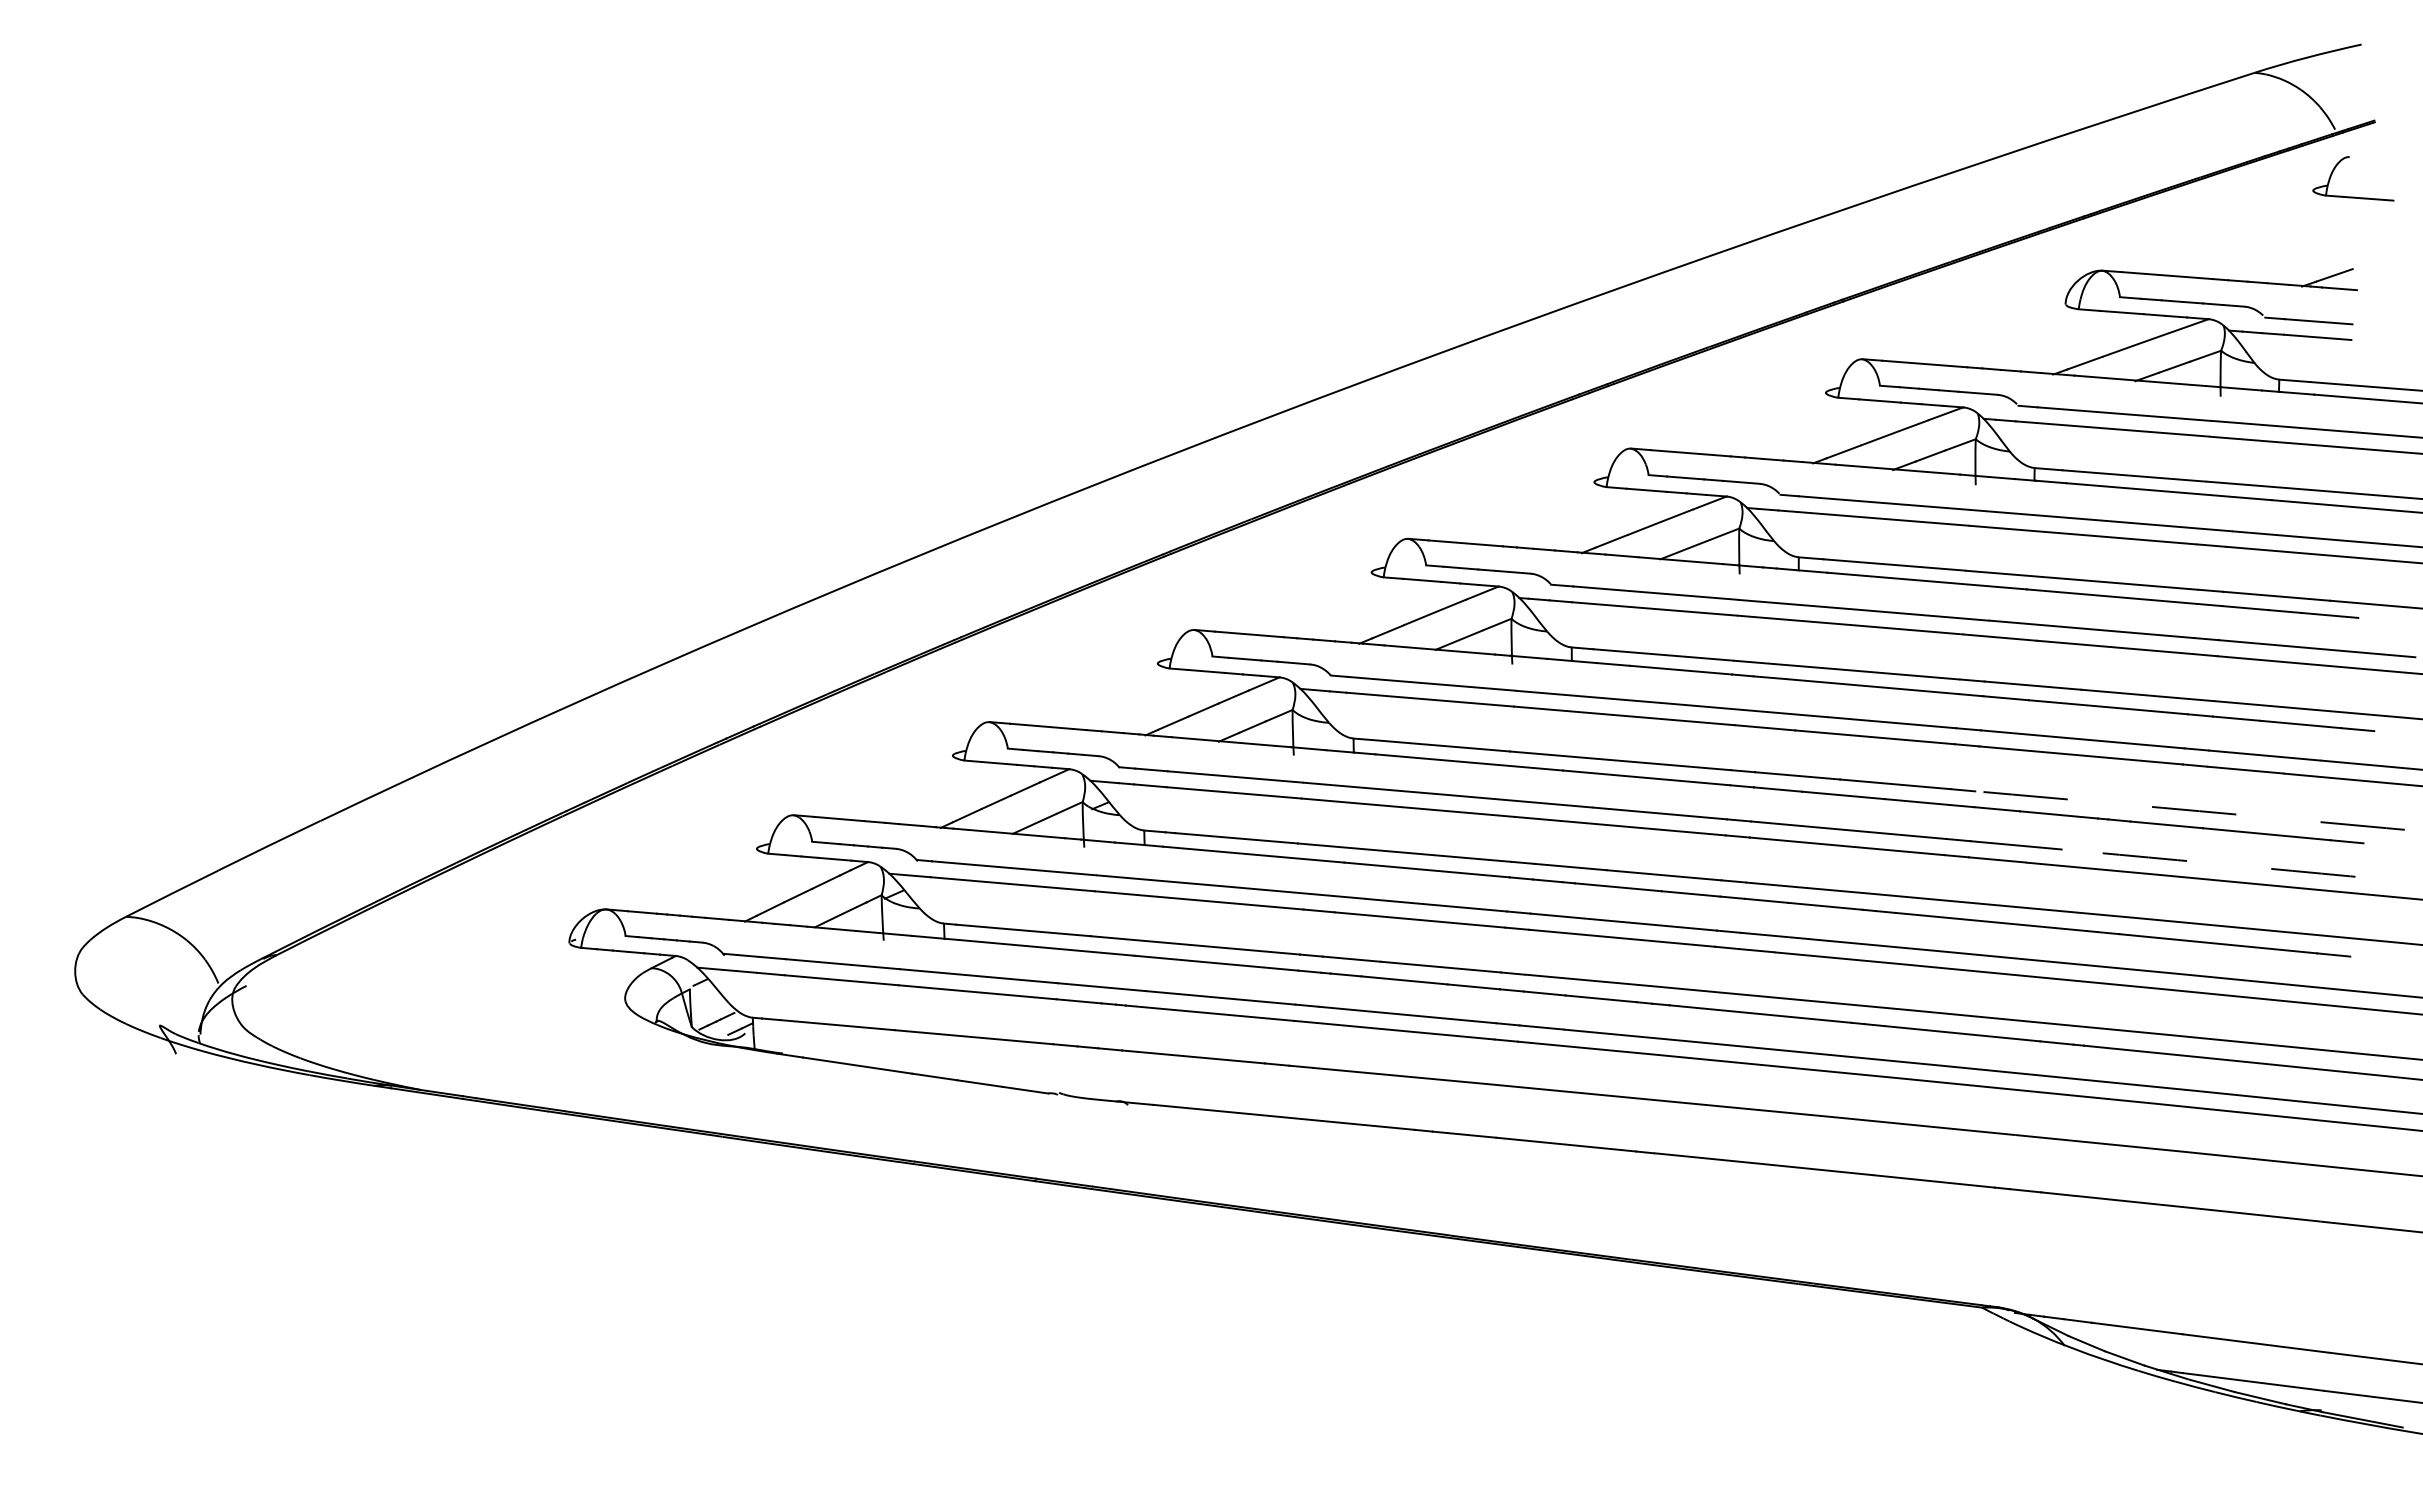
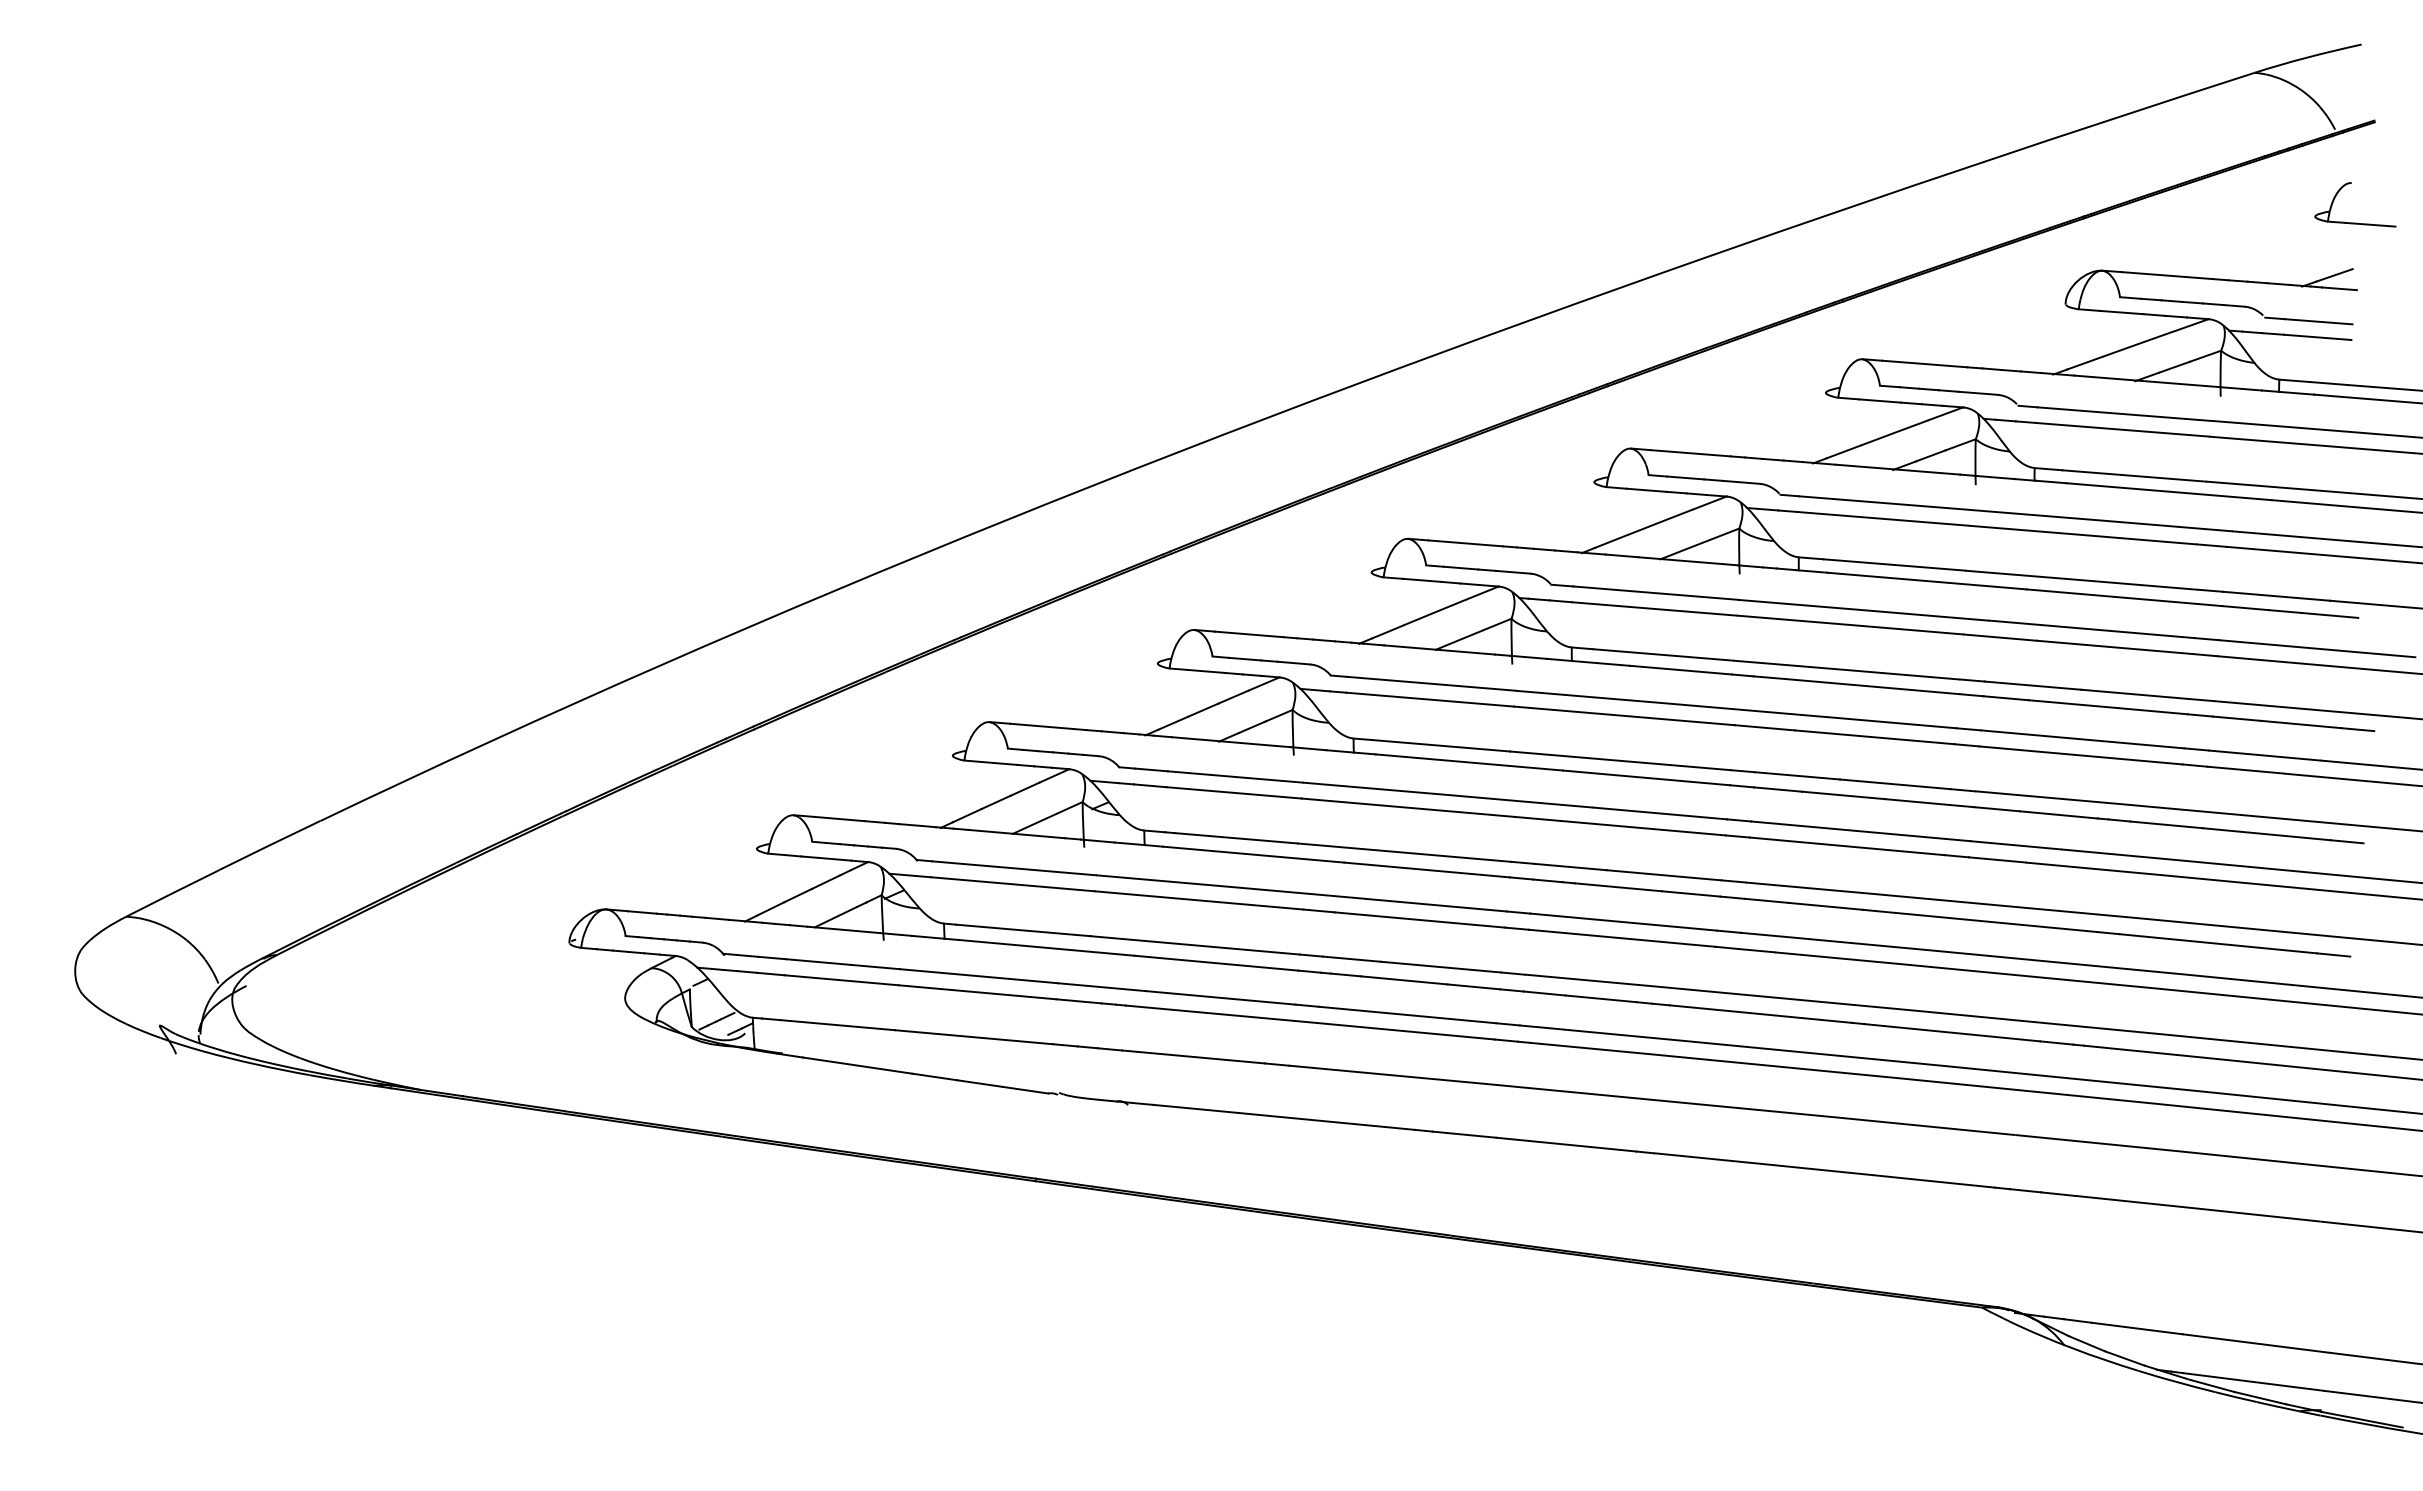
part at (2353, 196) position: (2353, 196) -> (2355, 222)
arc at (2199, 811): dashed -> solid
arc at (2242, 866): dashed -> solid
